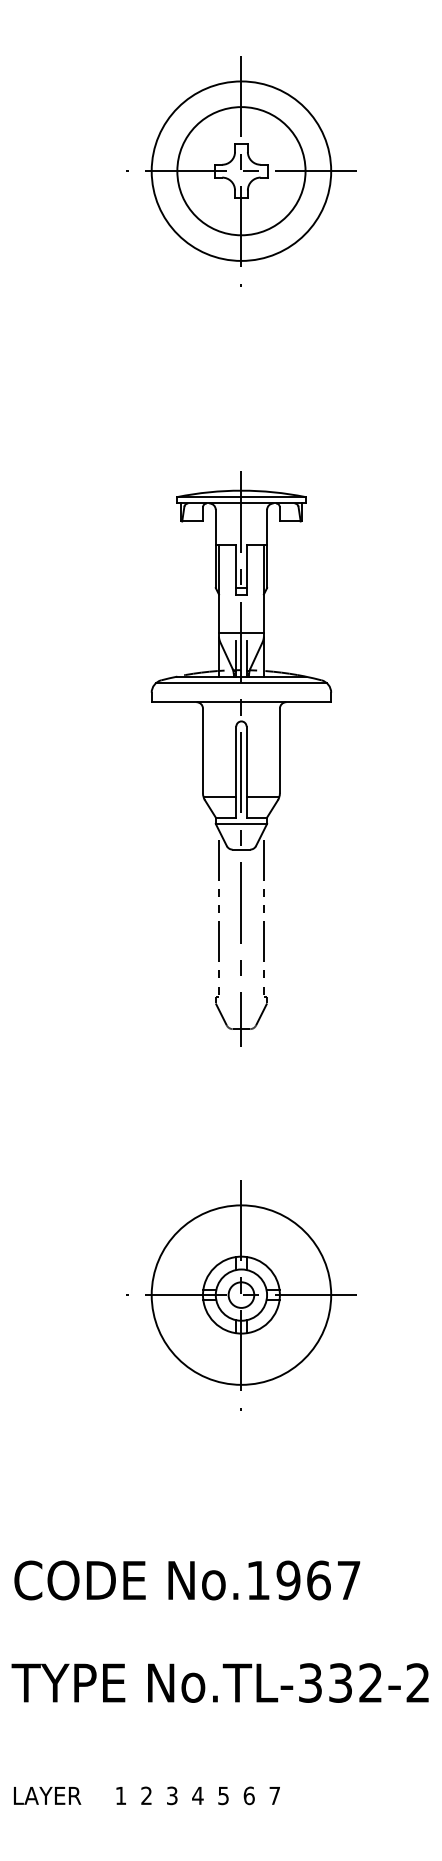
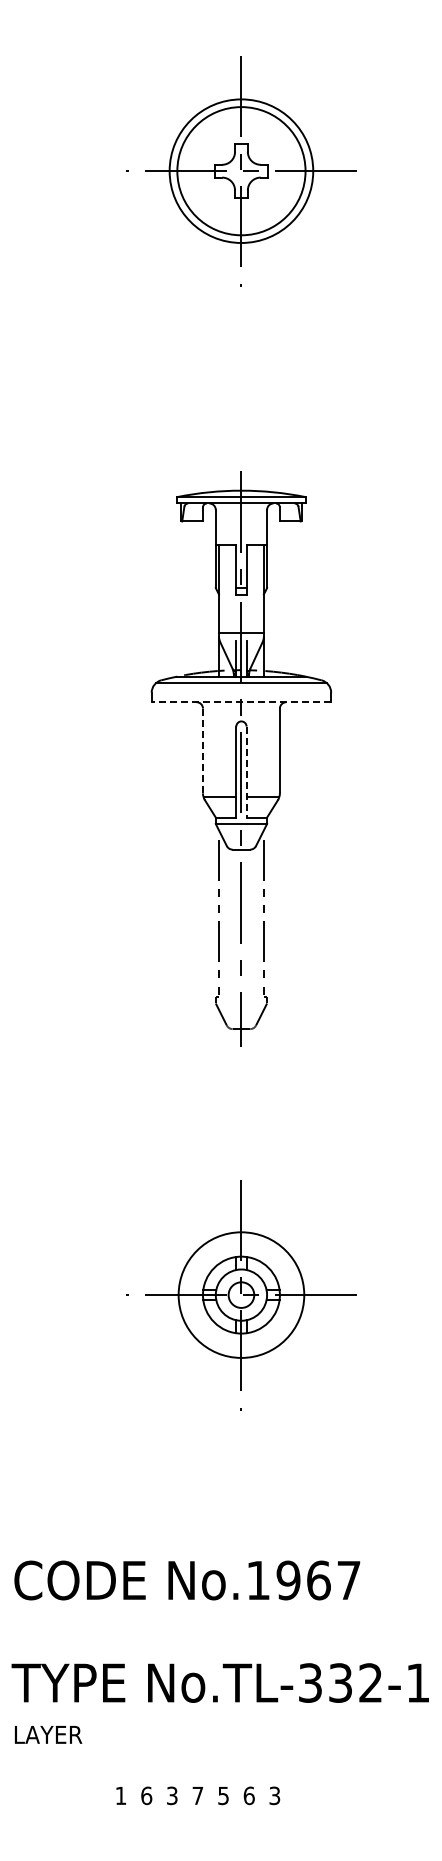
circle at (241, 170) diameter: 179 px -> 144 px
line at (241, 702): solid -> dashed
line at (202, 751): solid -> dashed
line at (246, 772): solid -> dashed
circle at (241, 1294) diameter: 179 px -> 126 px
text at (417, 1682): No.TL-332-2 -> No.TL-332-1
text at (47, 1795) position: (47, 1795) -> (48, 1734)
text at (146, 1795): 2 -> 6
text at (197, 1795): 4 -> 7
text at (274, 1795): 7 -> 3
